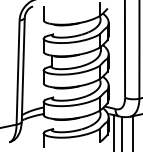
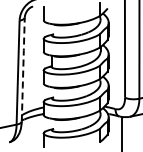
line at (23, 69): solid -> dashed
line at (113, 131): present -> none
line at (133, 132): present -> none
